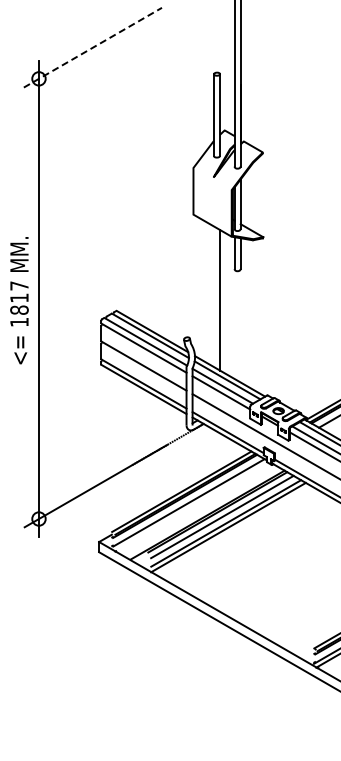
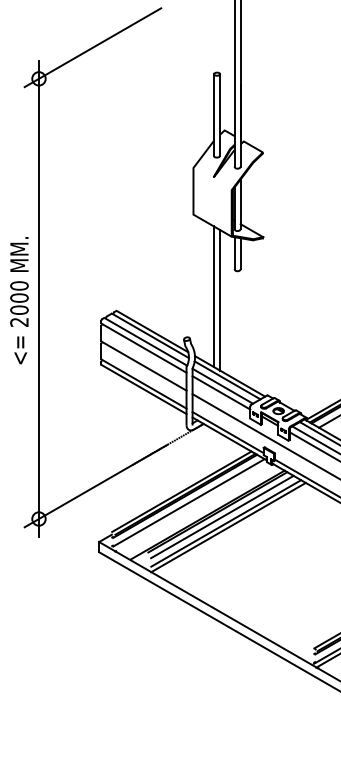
line at (92, 47): dashed -> solid
line at (214, 296): none -> present
text at (19, 303): 1817 -> 2000
